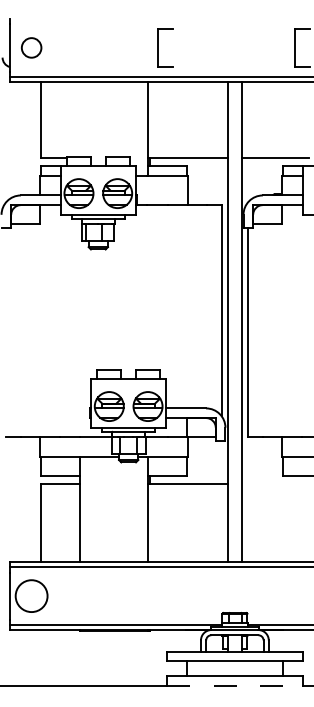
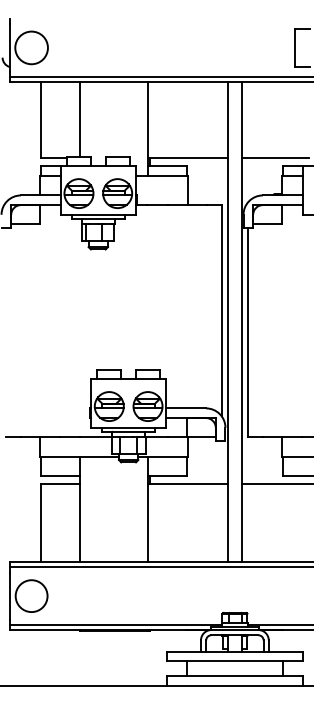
circle at (31, 47) diameter: 20 px -> 33 px
part at (158, 47): present -> none
line at (79, 118): none -> present
line at (276, 484): none -> present
line at (234, 685): dashed -> solid
